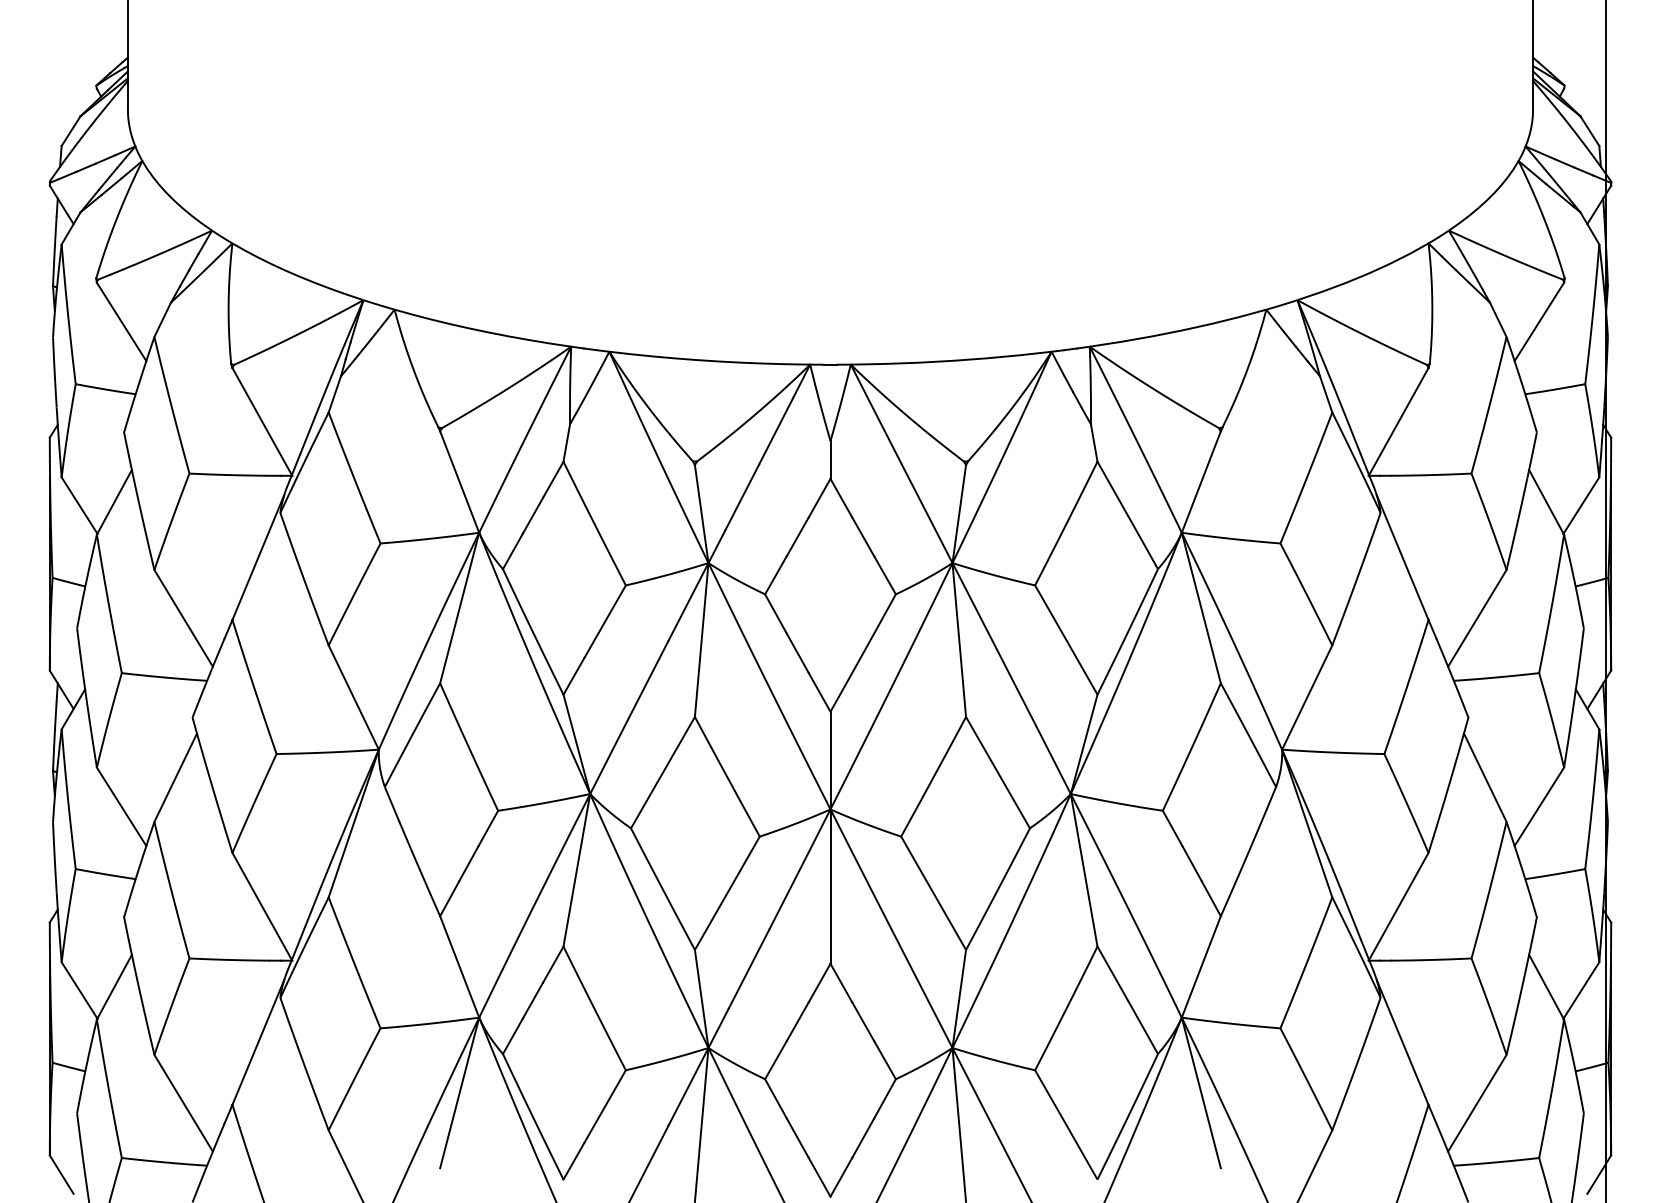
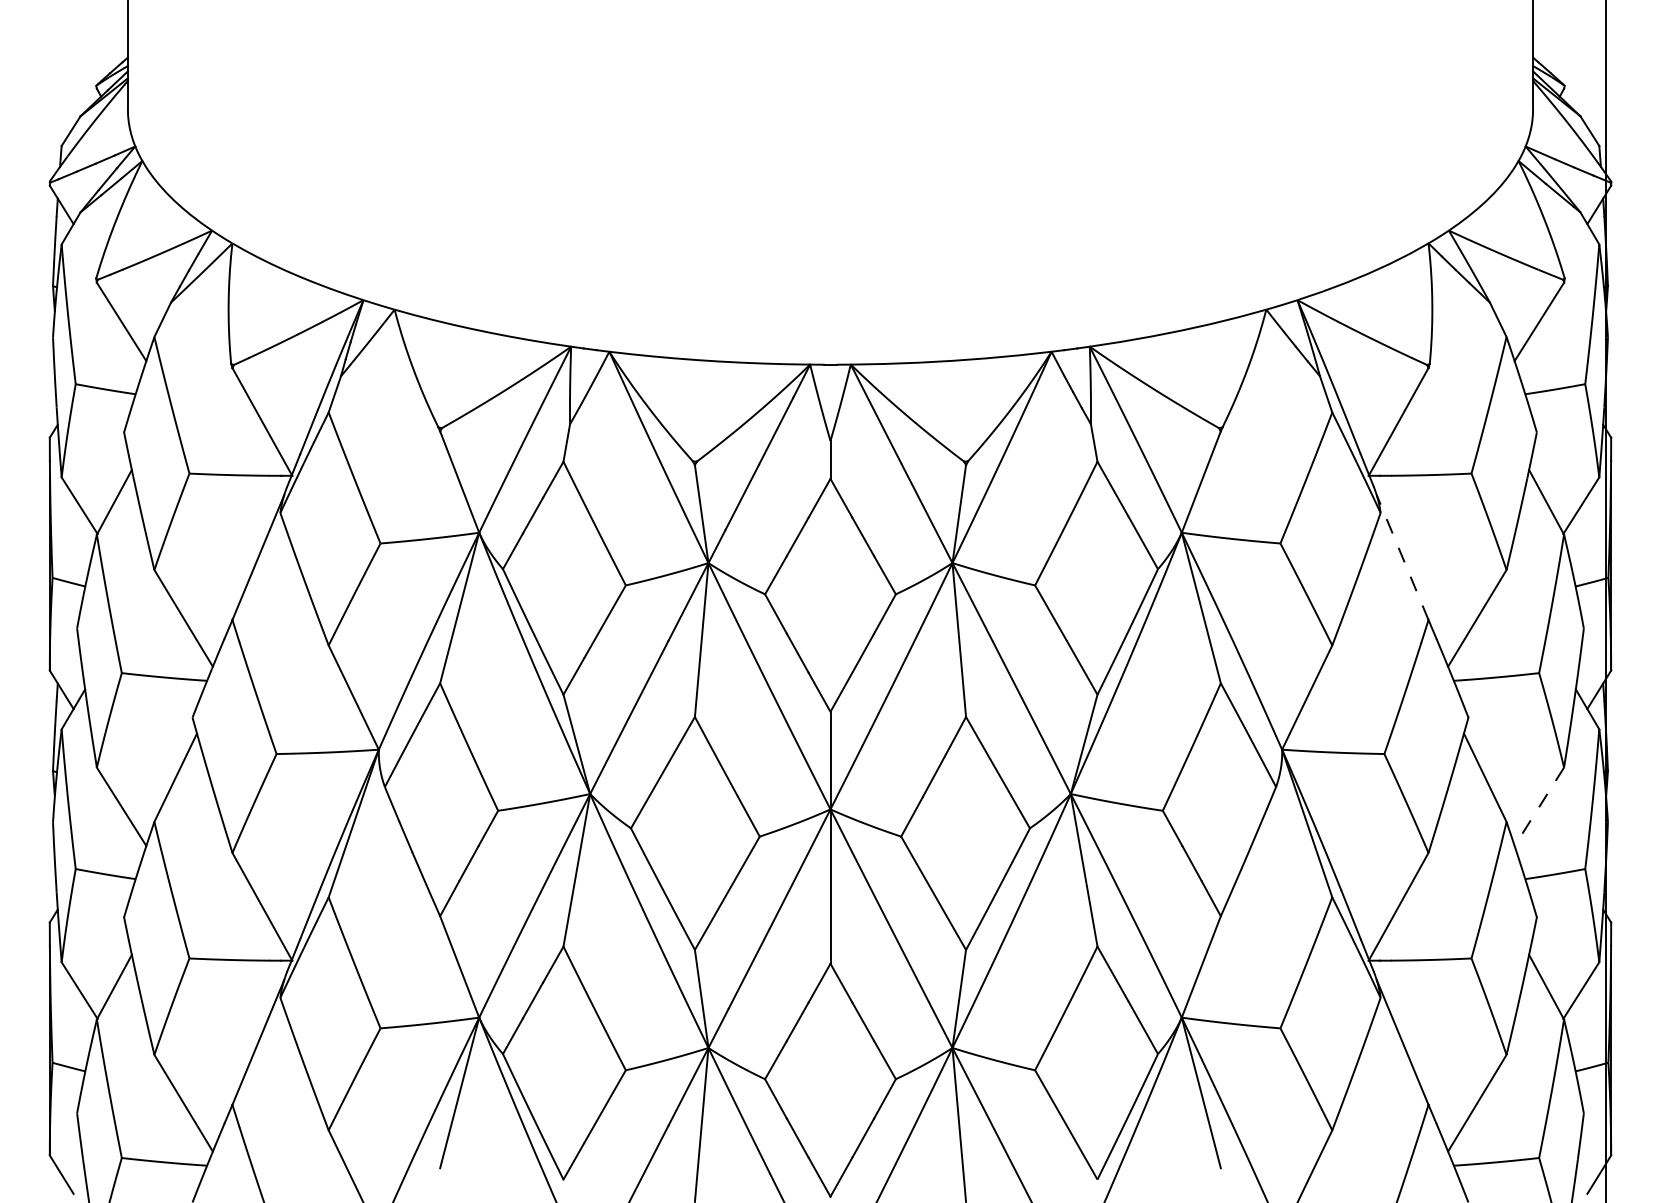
line at (1402, 557): solid -> dashed
line at (1539, 807): solid -> dashed
